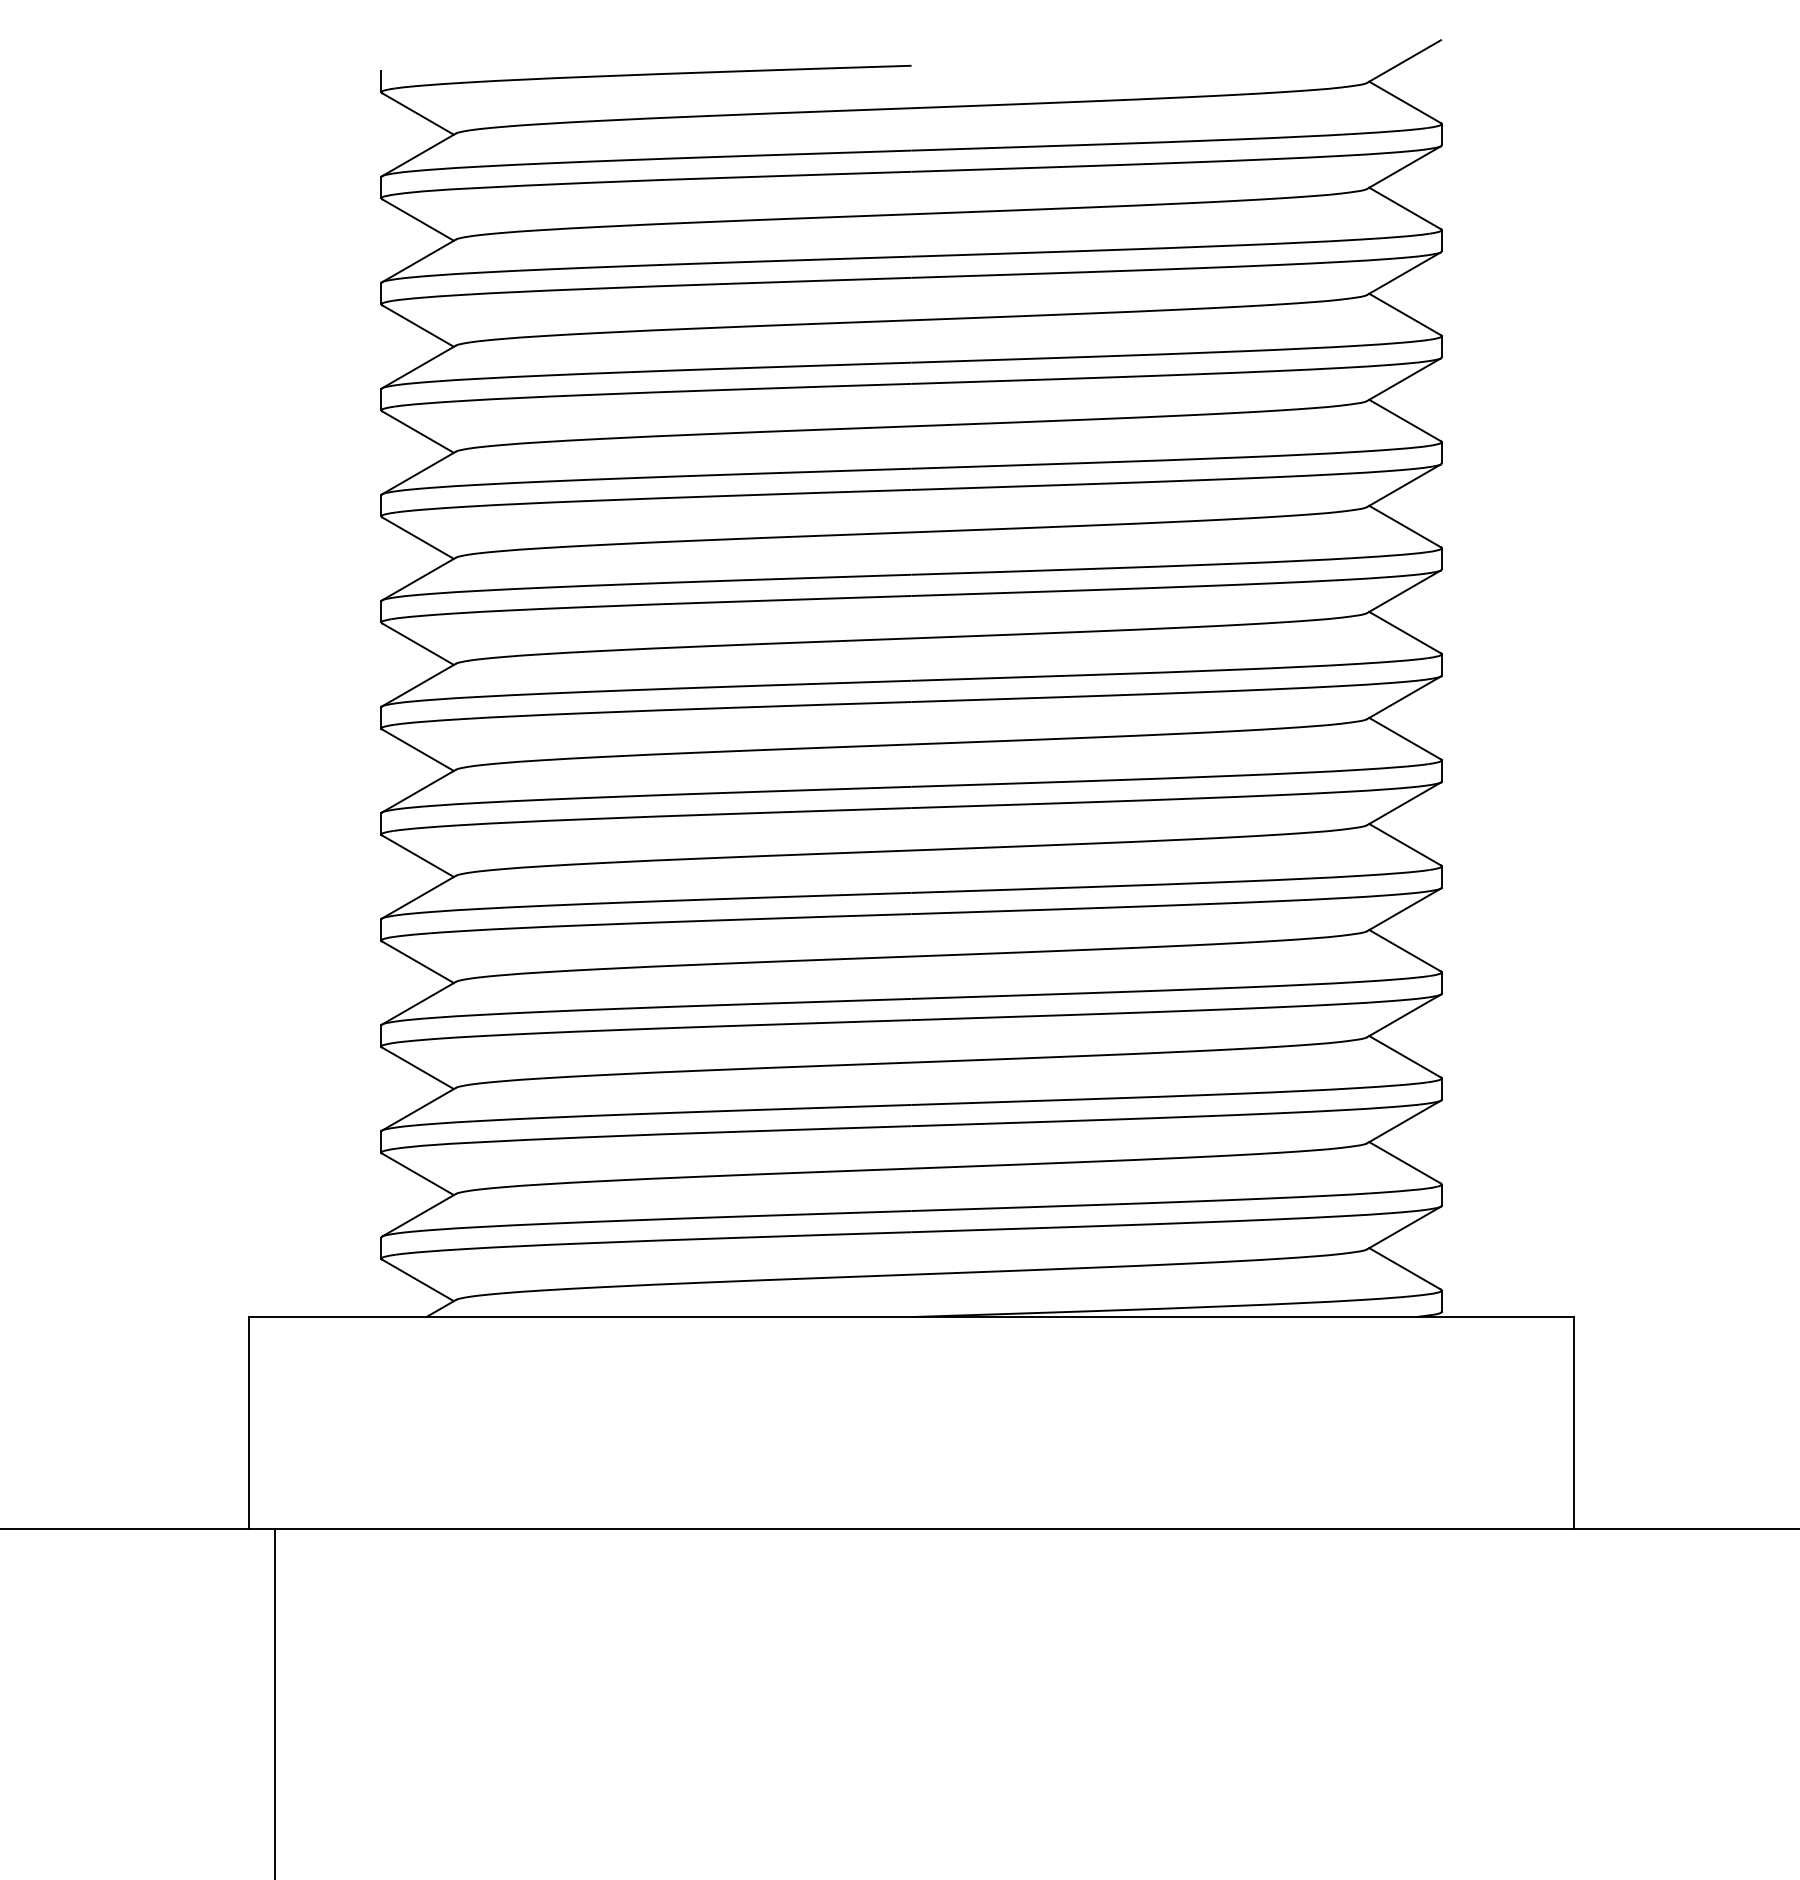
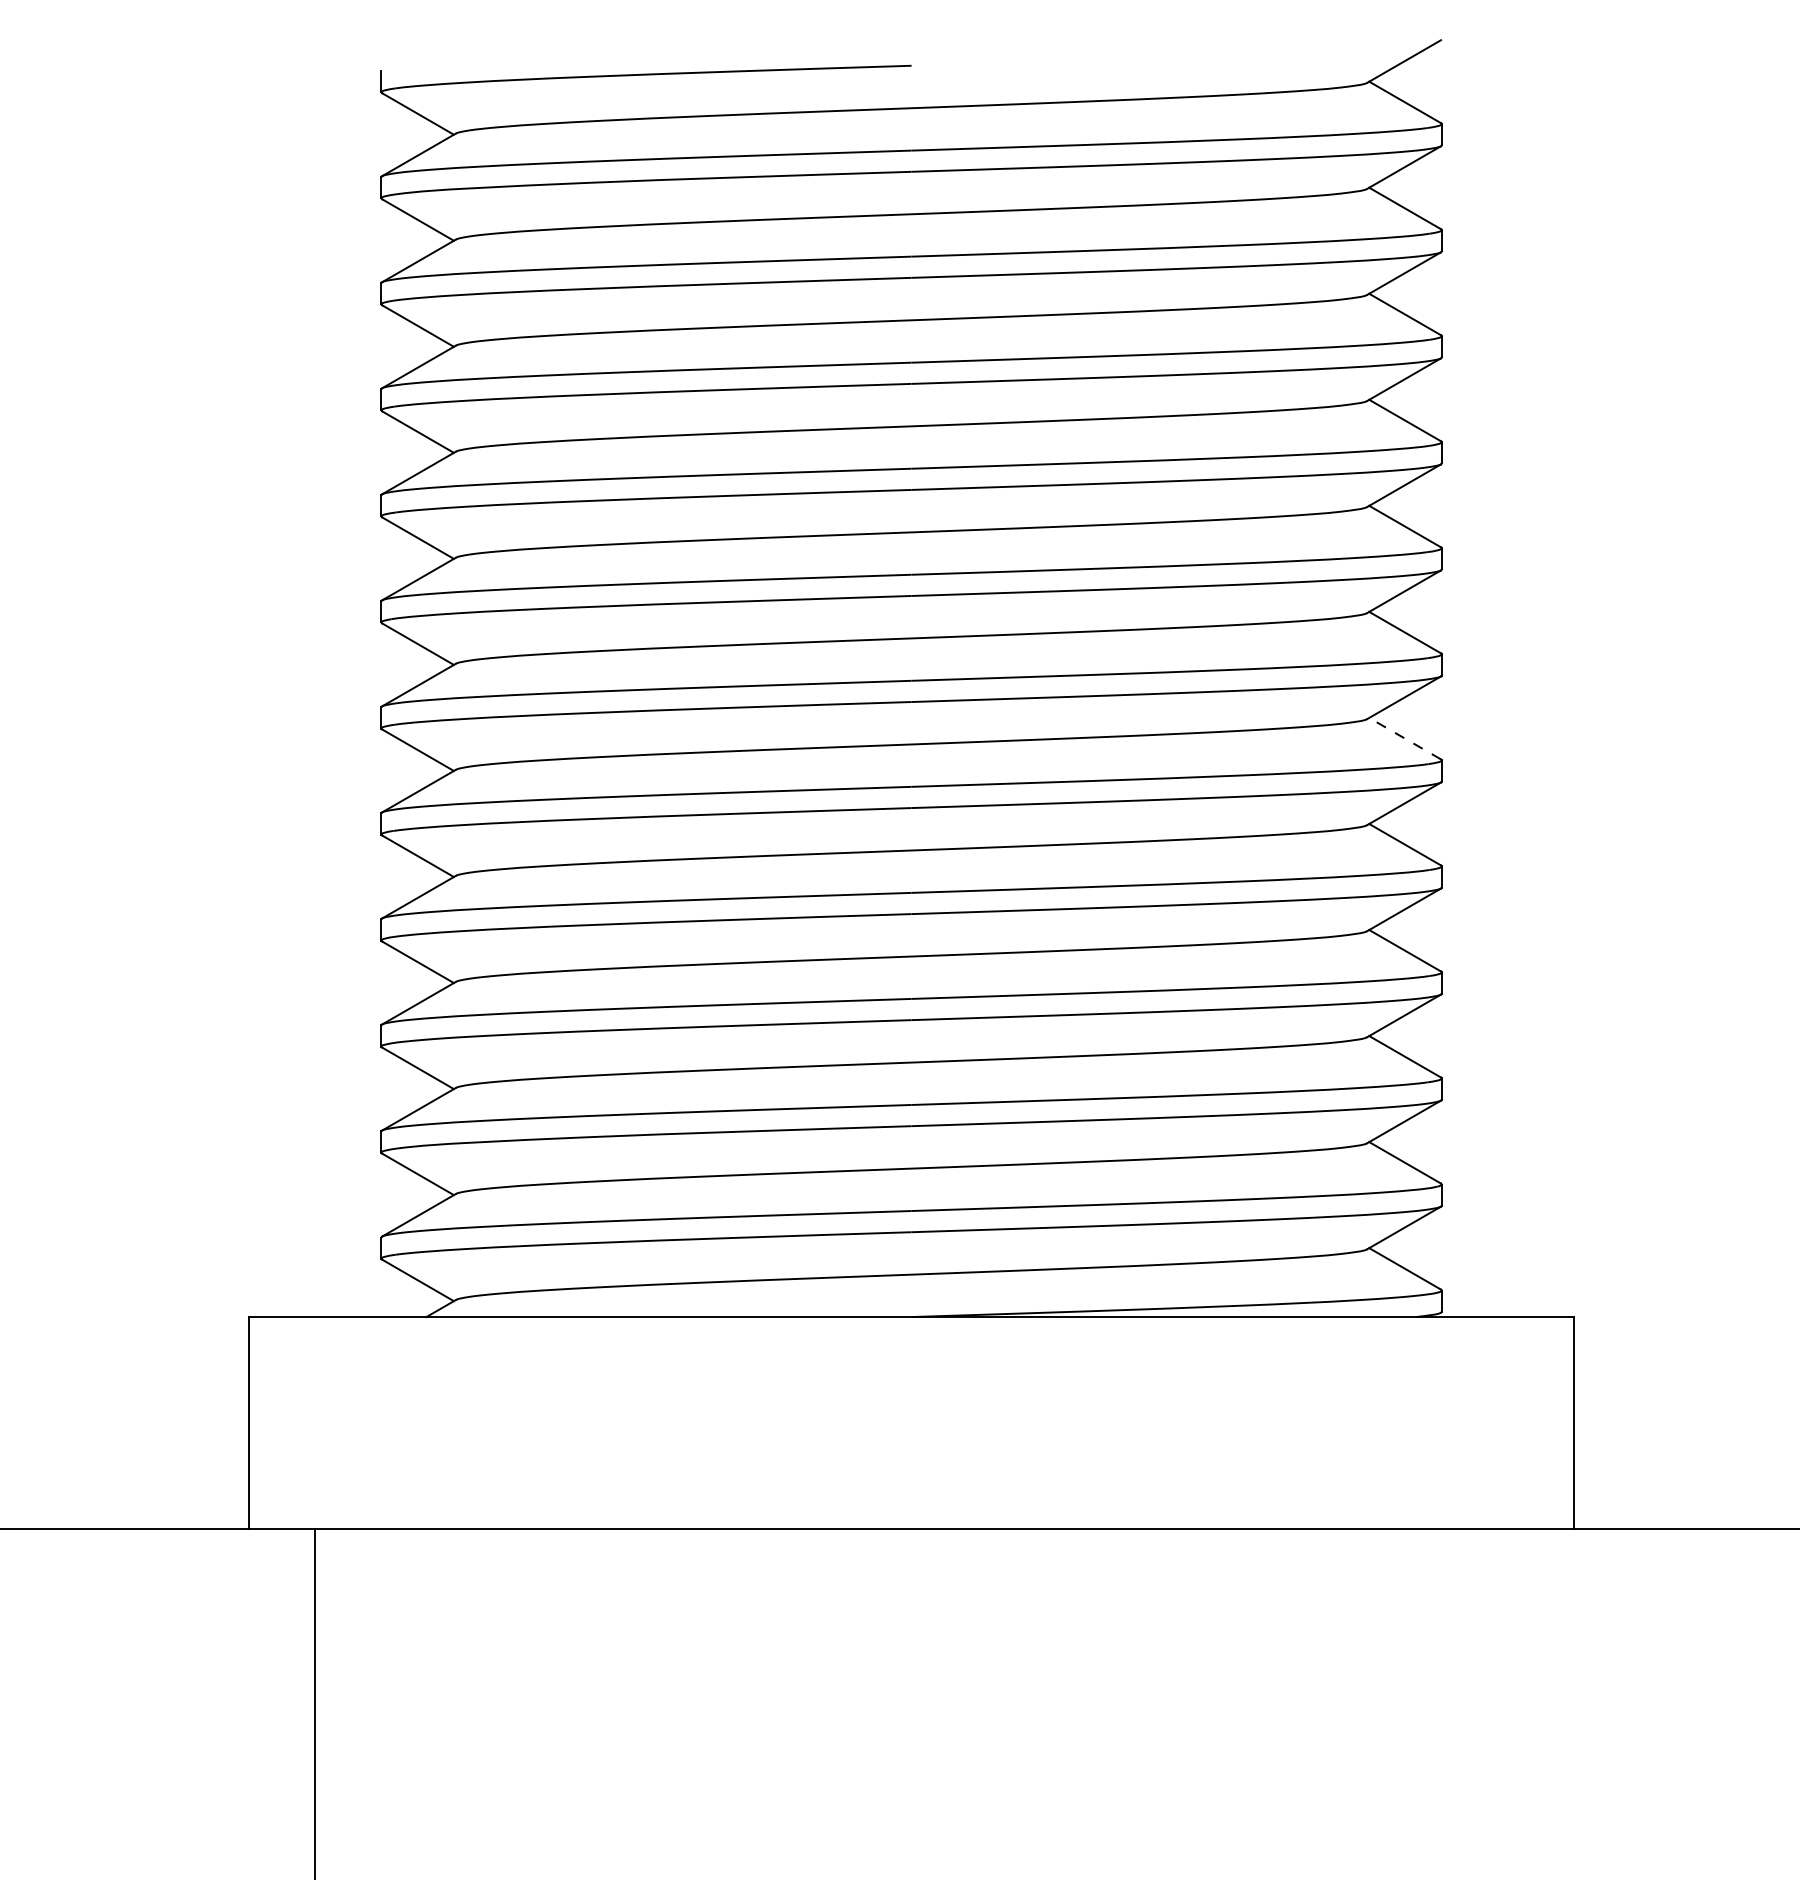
line at (1404, 738): solid -> dashed
line at (275, 1702) position: (275, 1702) -> (315, 1702)
